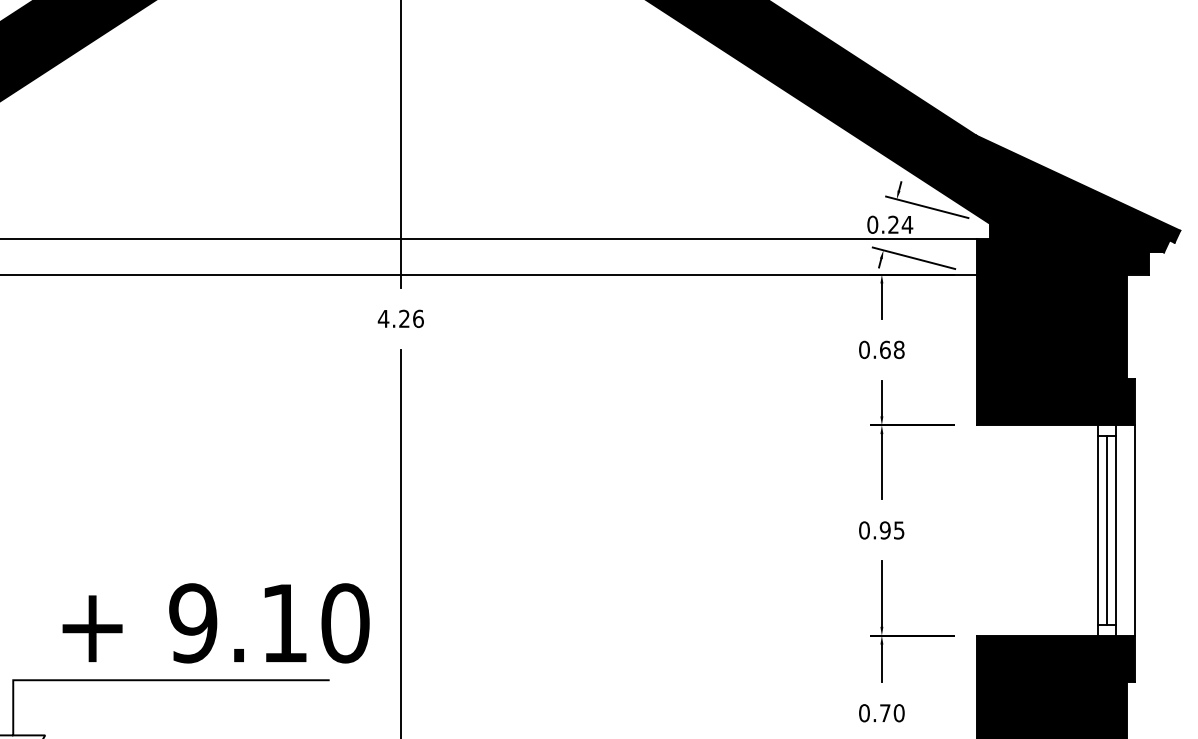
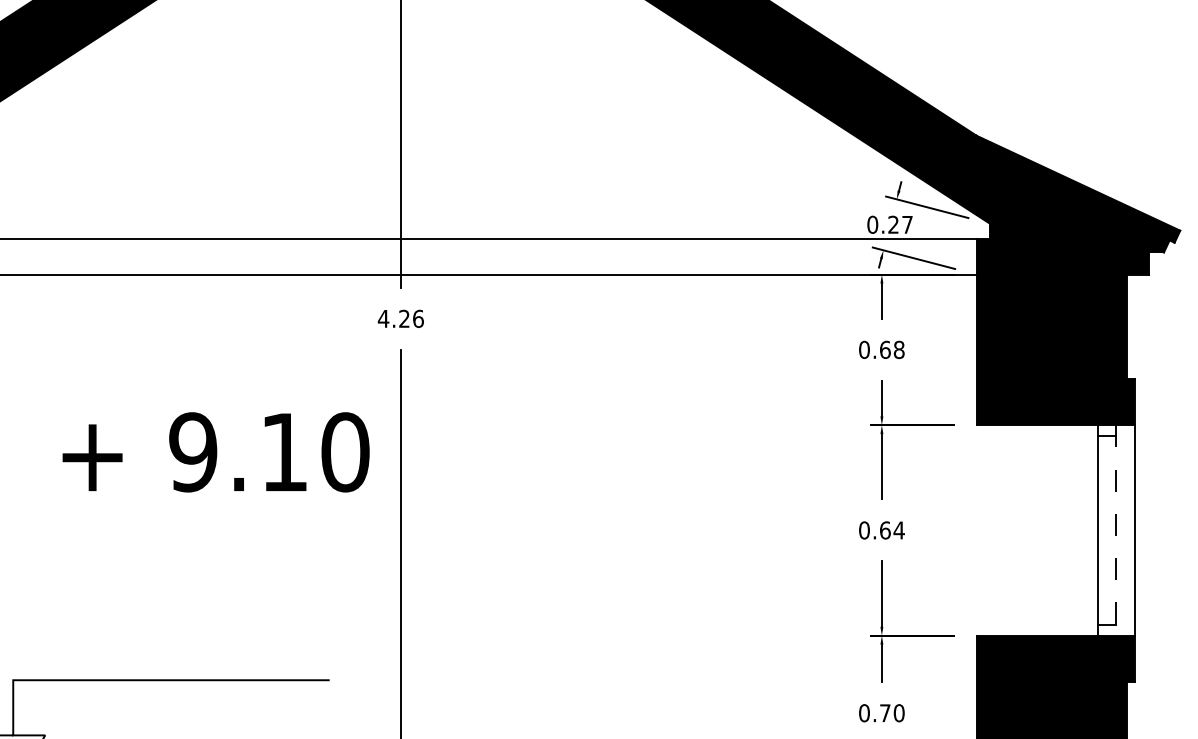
text at (907, 224): 0.24 -> 0.27
text at (891, 530): 0.95 -> 0.64
line at (1107, 530): present -> none
line at (1116, 530): solid -> dashed
text at (215, 623) position: (215, 623) -> (215, 452)
